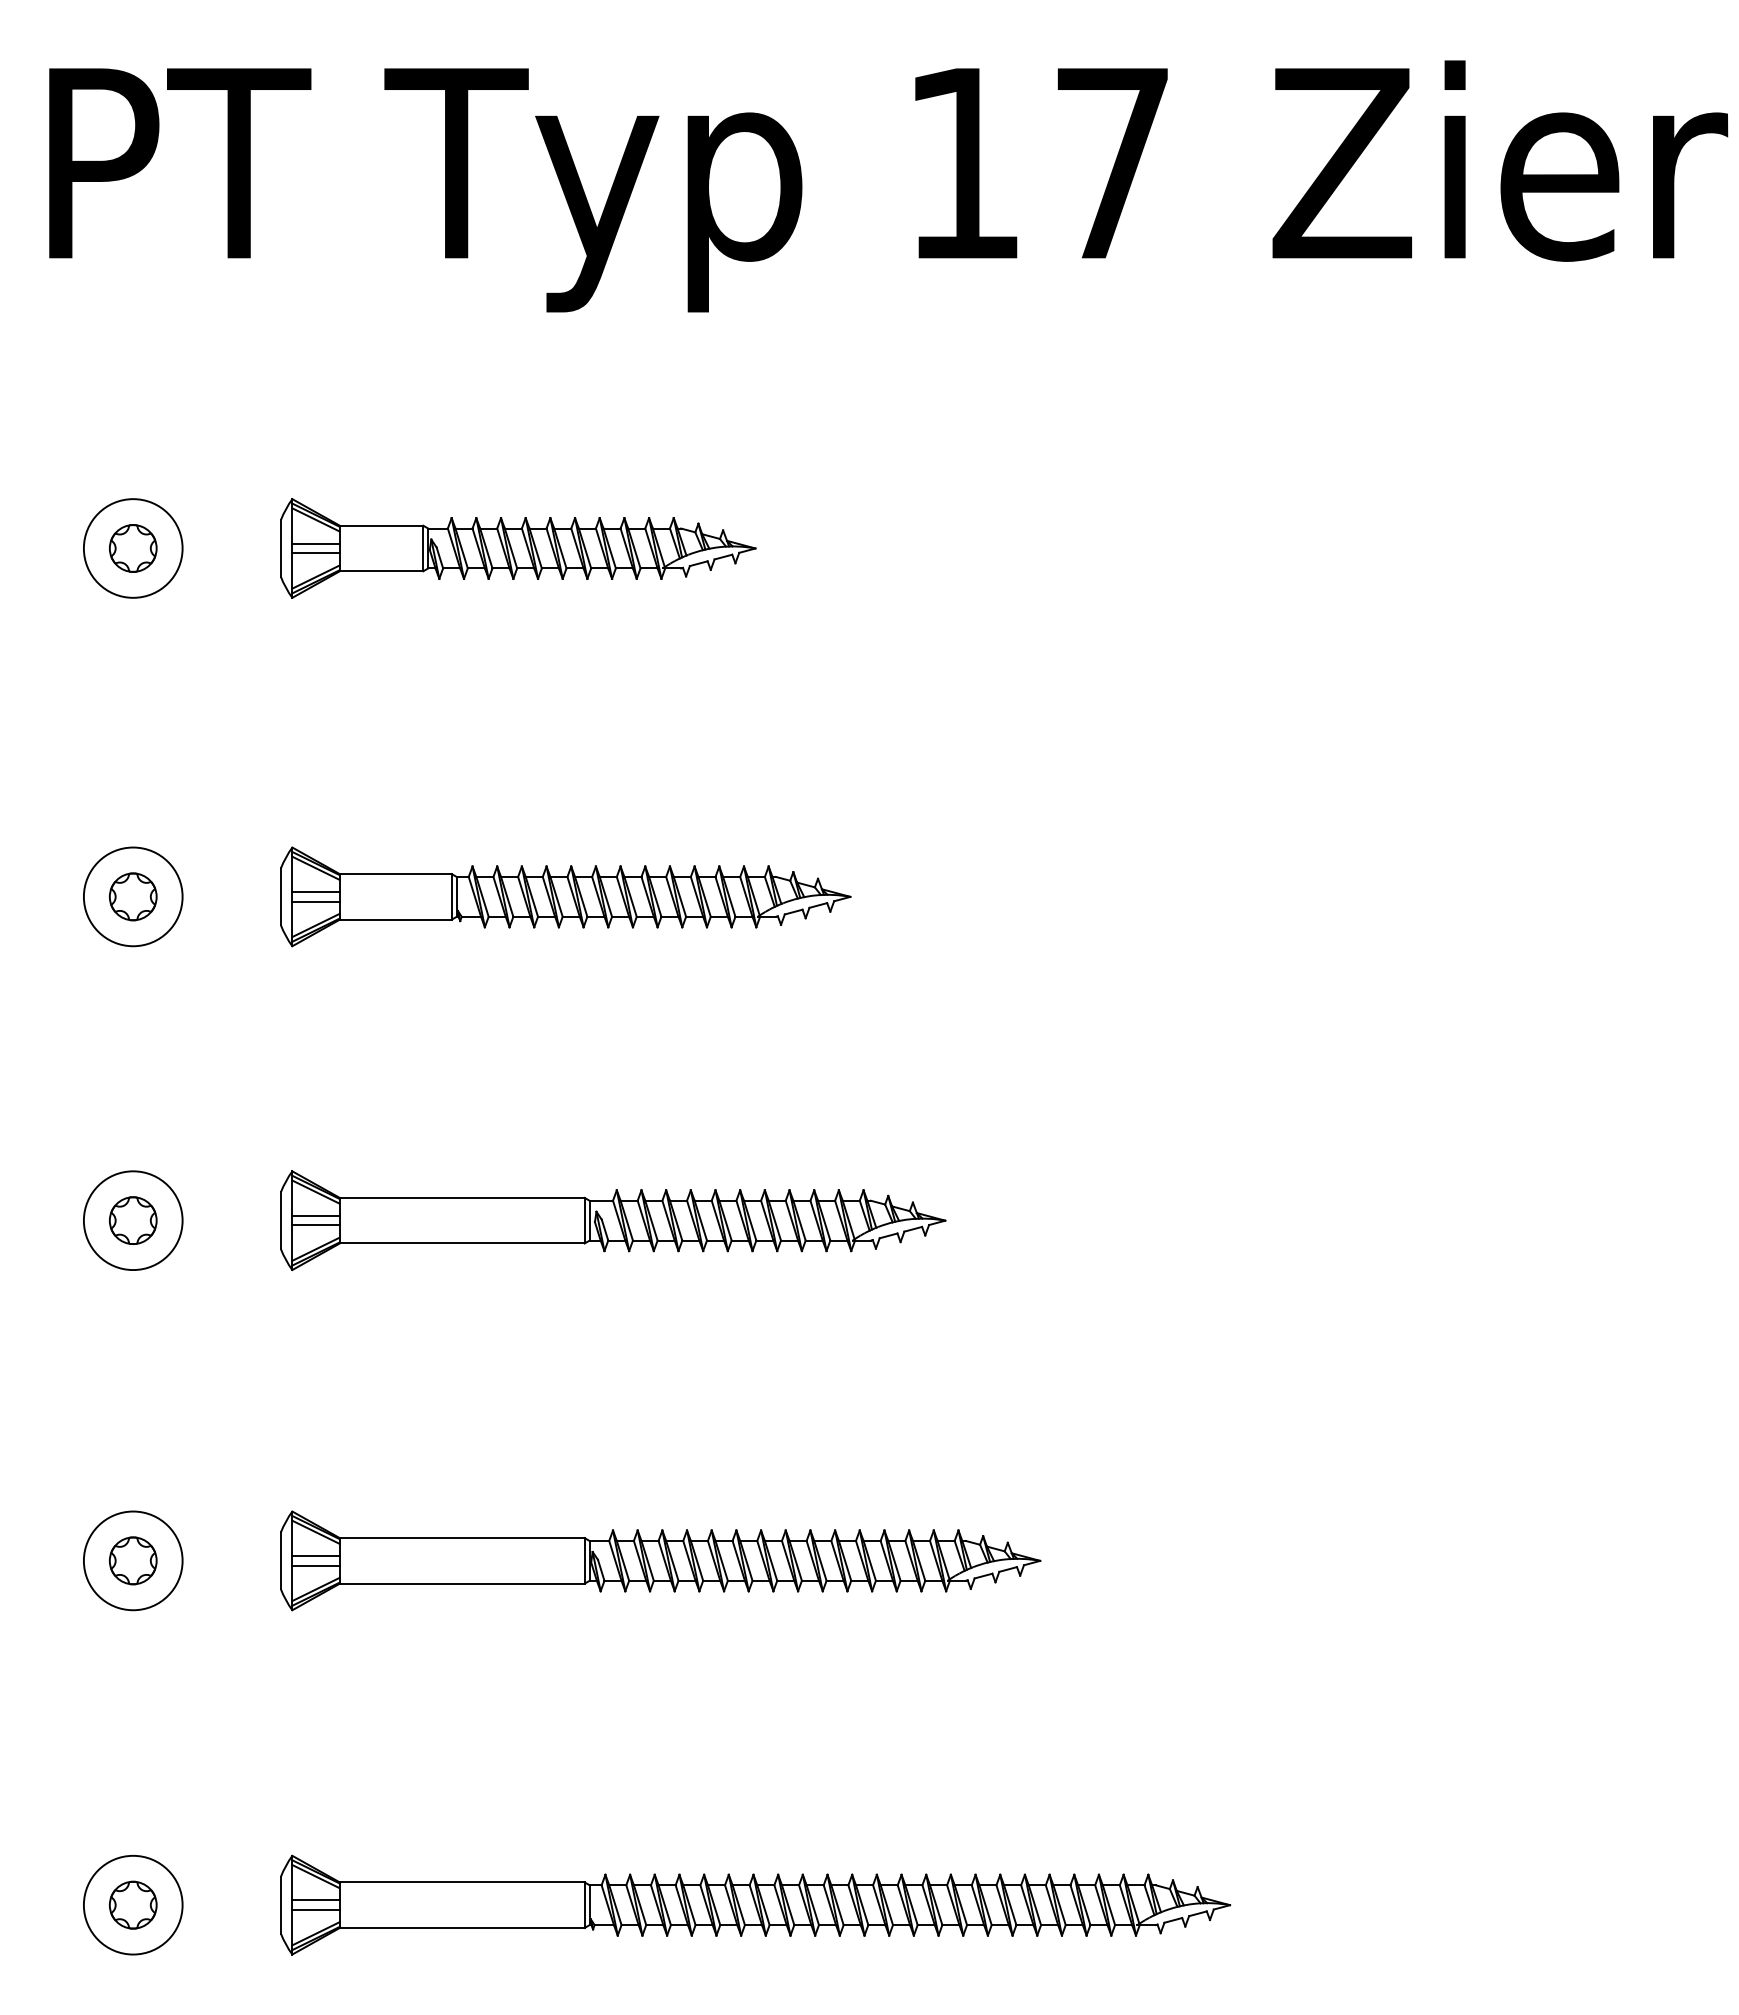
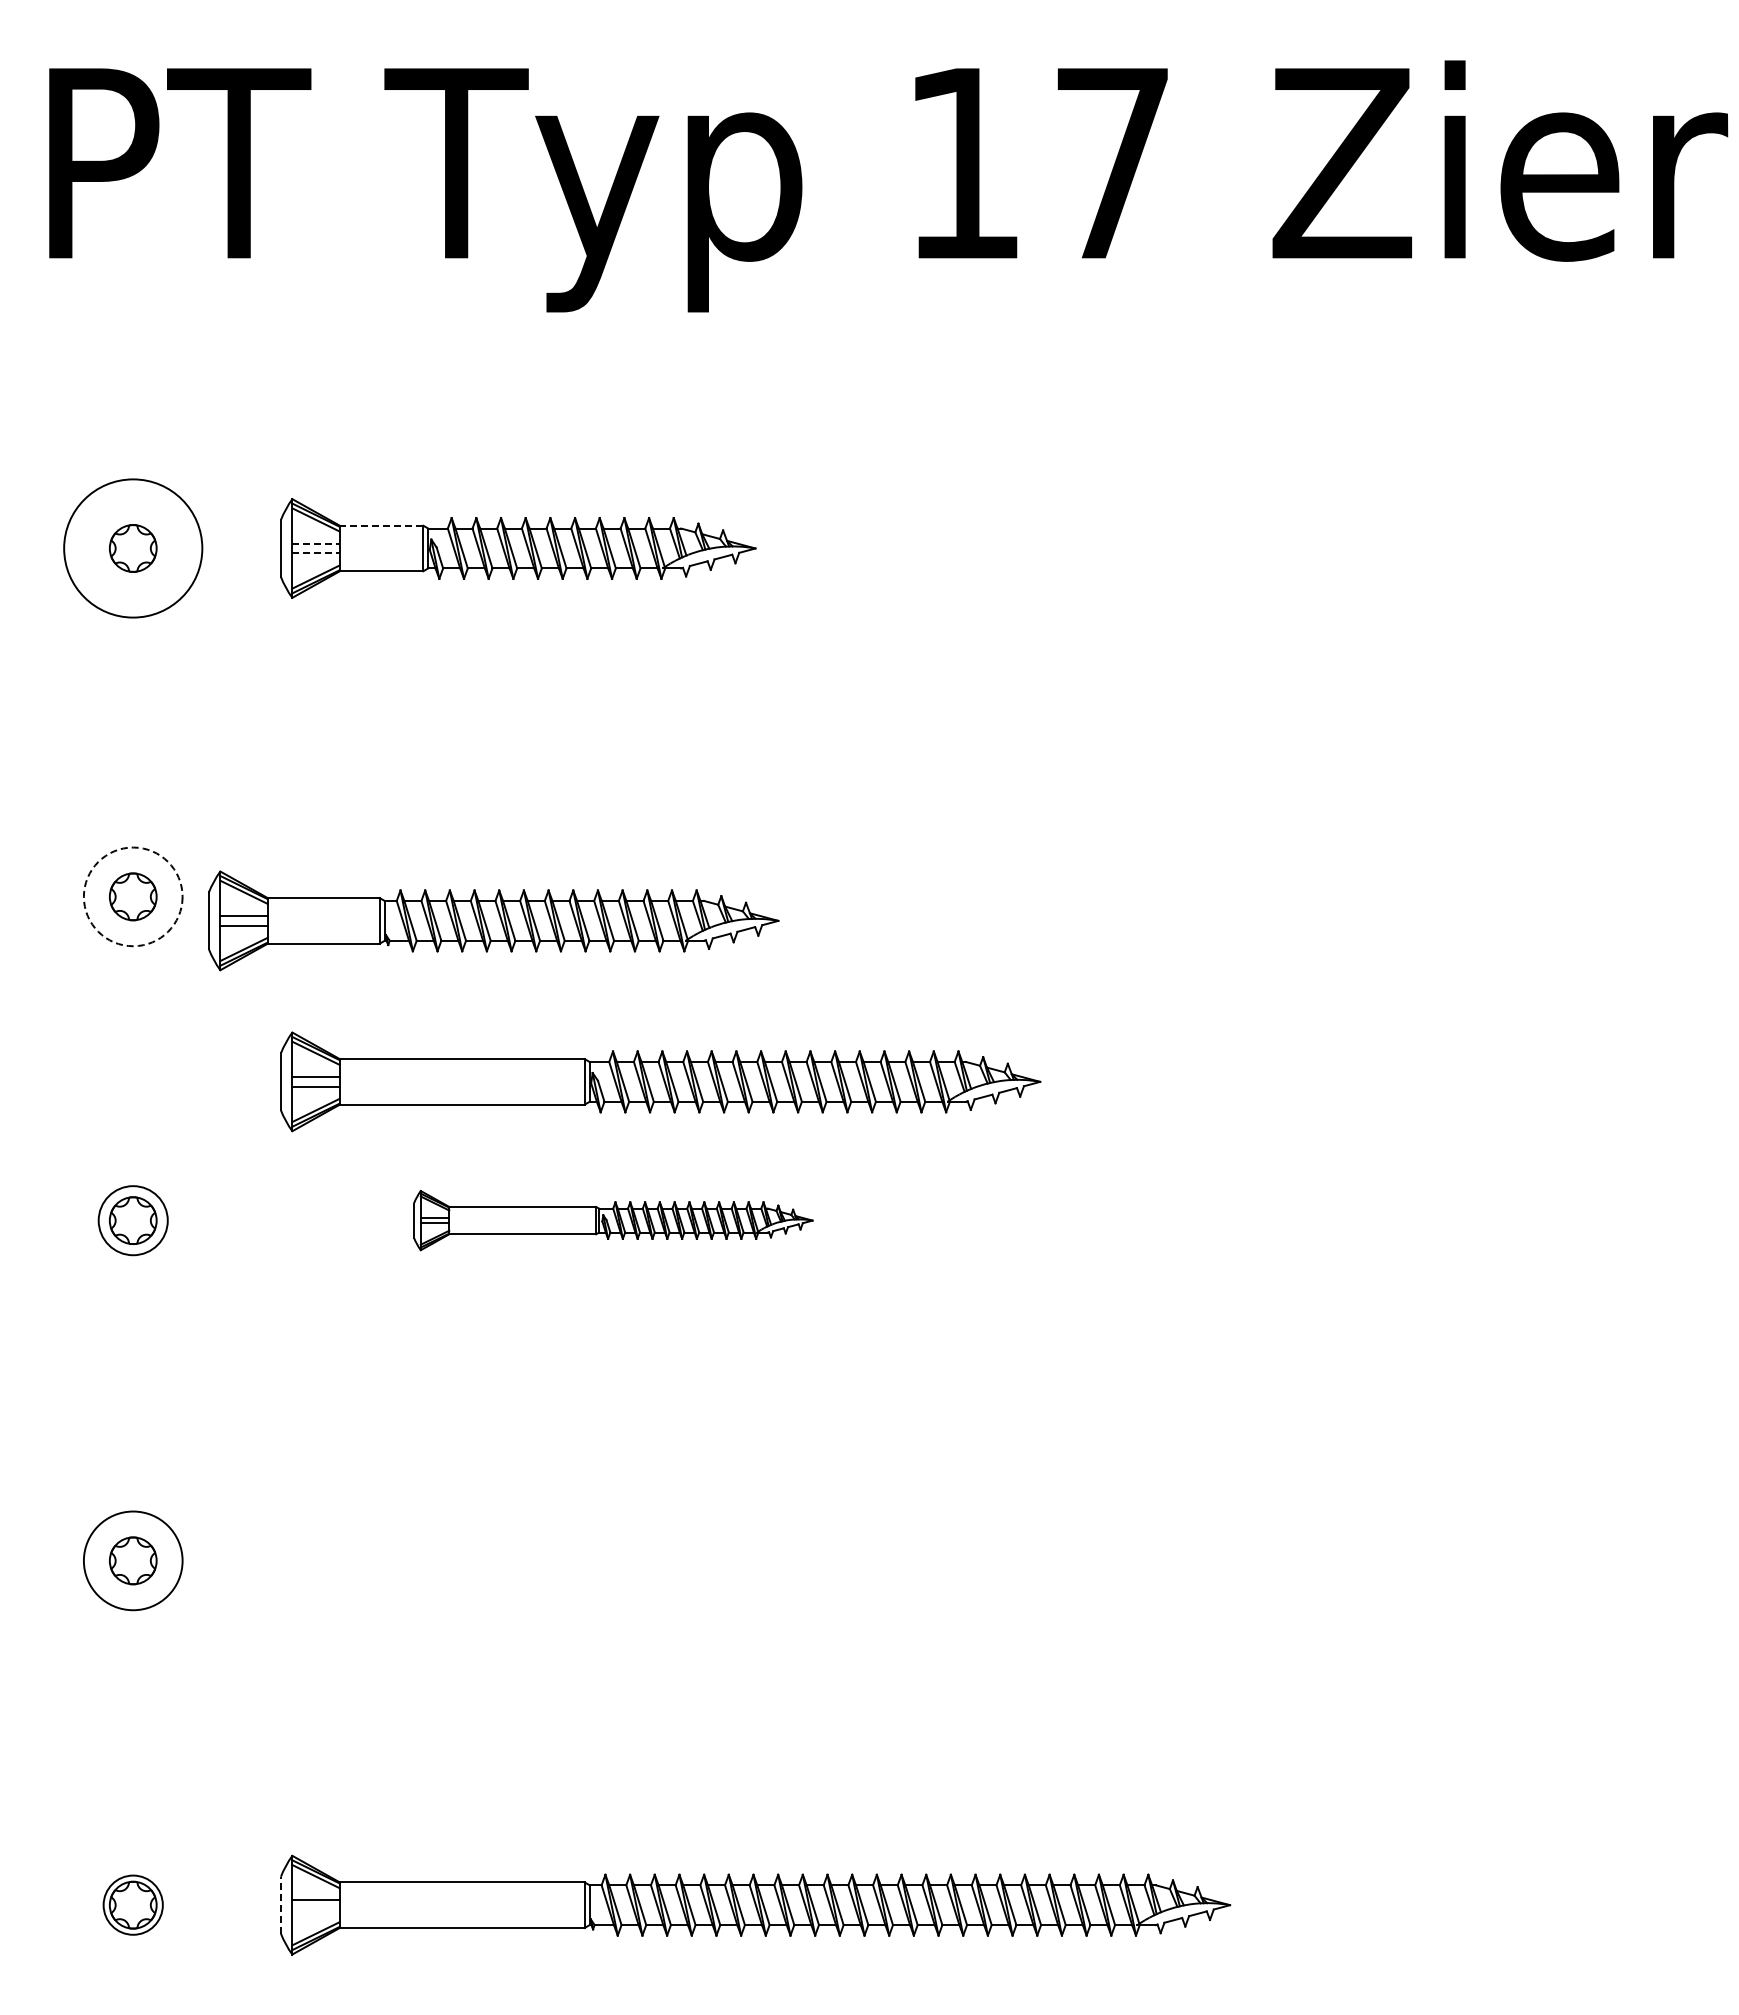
line at (381, 525): solid -> dashed
line at (316, 543): solid -> dashed
circle at (132, 548) diameter: 99 px -> 138 px
line at (316, 553): solid -> dashed
circle at (132, 896): solid -> dashed
part at (565, 896) position: (565, 896) -> (493, 920)
circle at (132, 1220) diameter: 99 px -> 69 px
part at (613, 1220) size: 667x101 px -> 401x62 px
part at (660, 1560) position: (660, 1560) -> (660, 1081)
circle at (132, 1904) diameter: 99 px -> 59 px
line at (280, 1904): solid -> dashed
line at (315, 1909): present -> none
